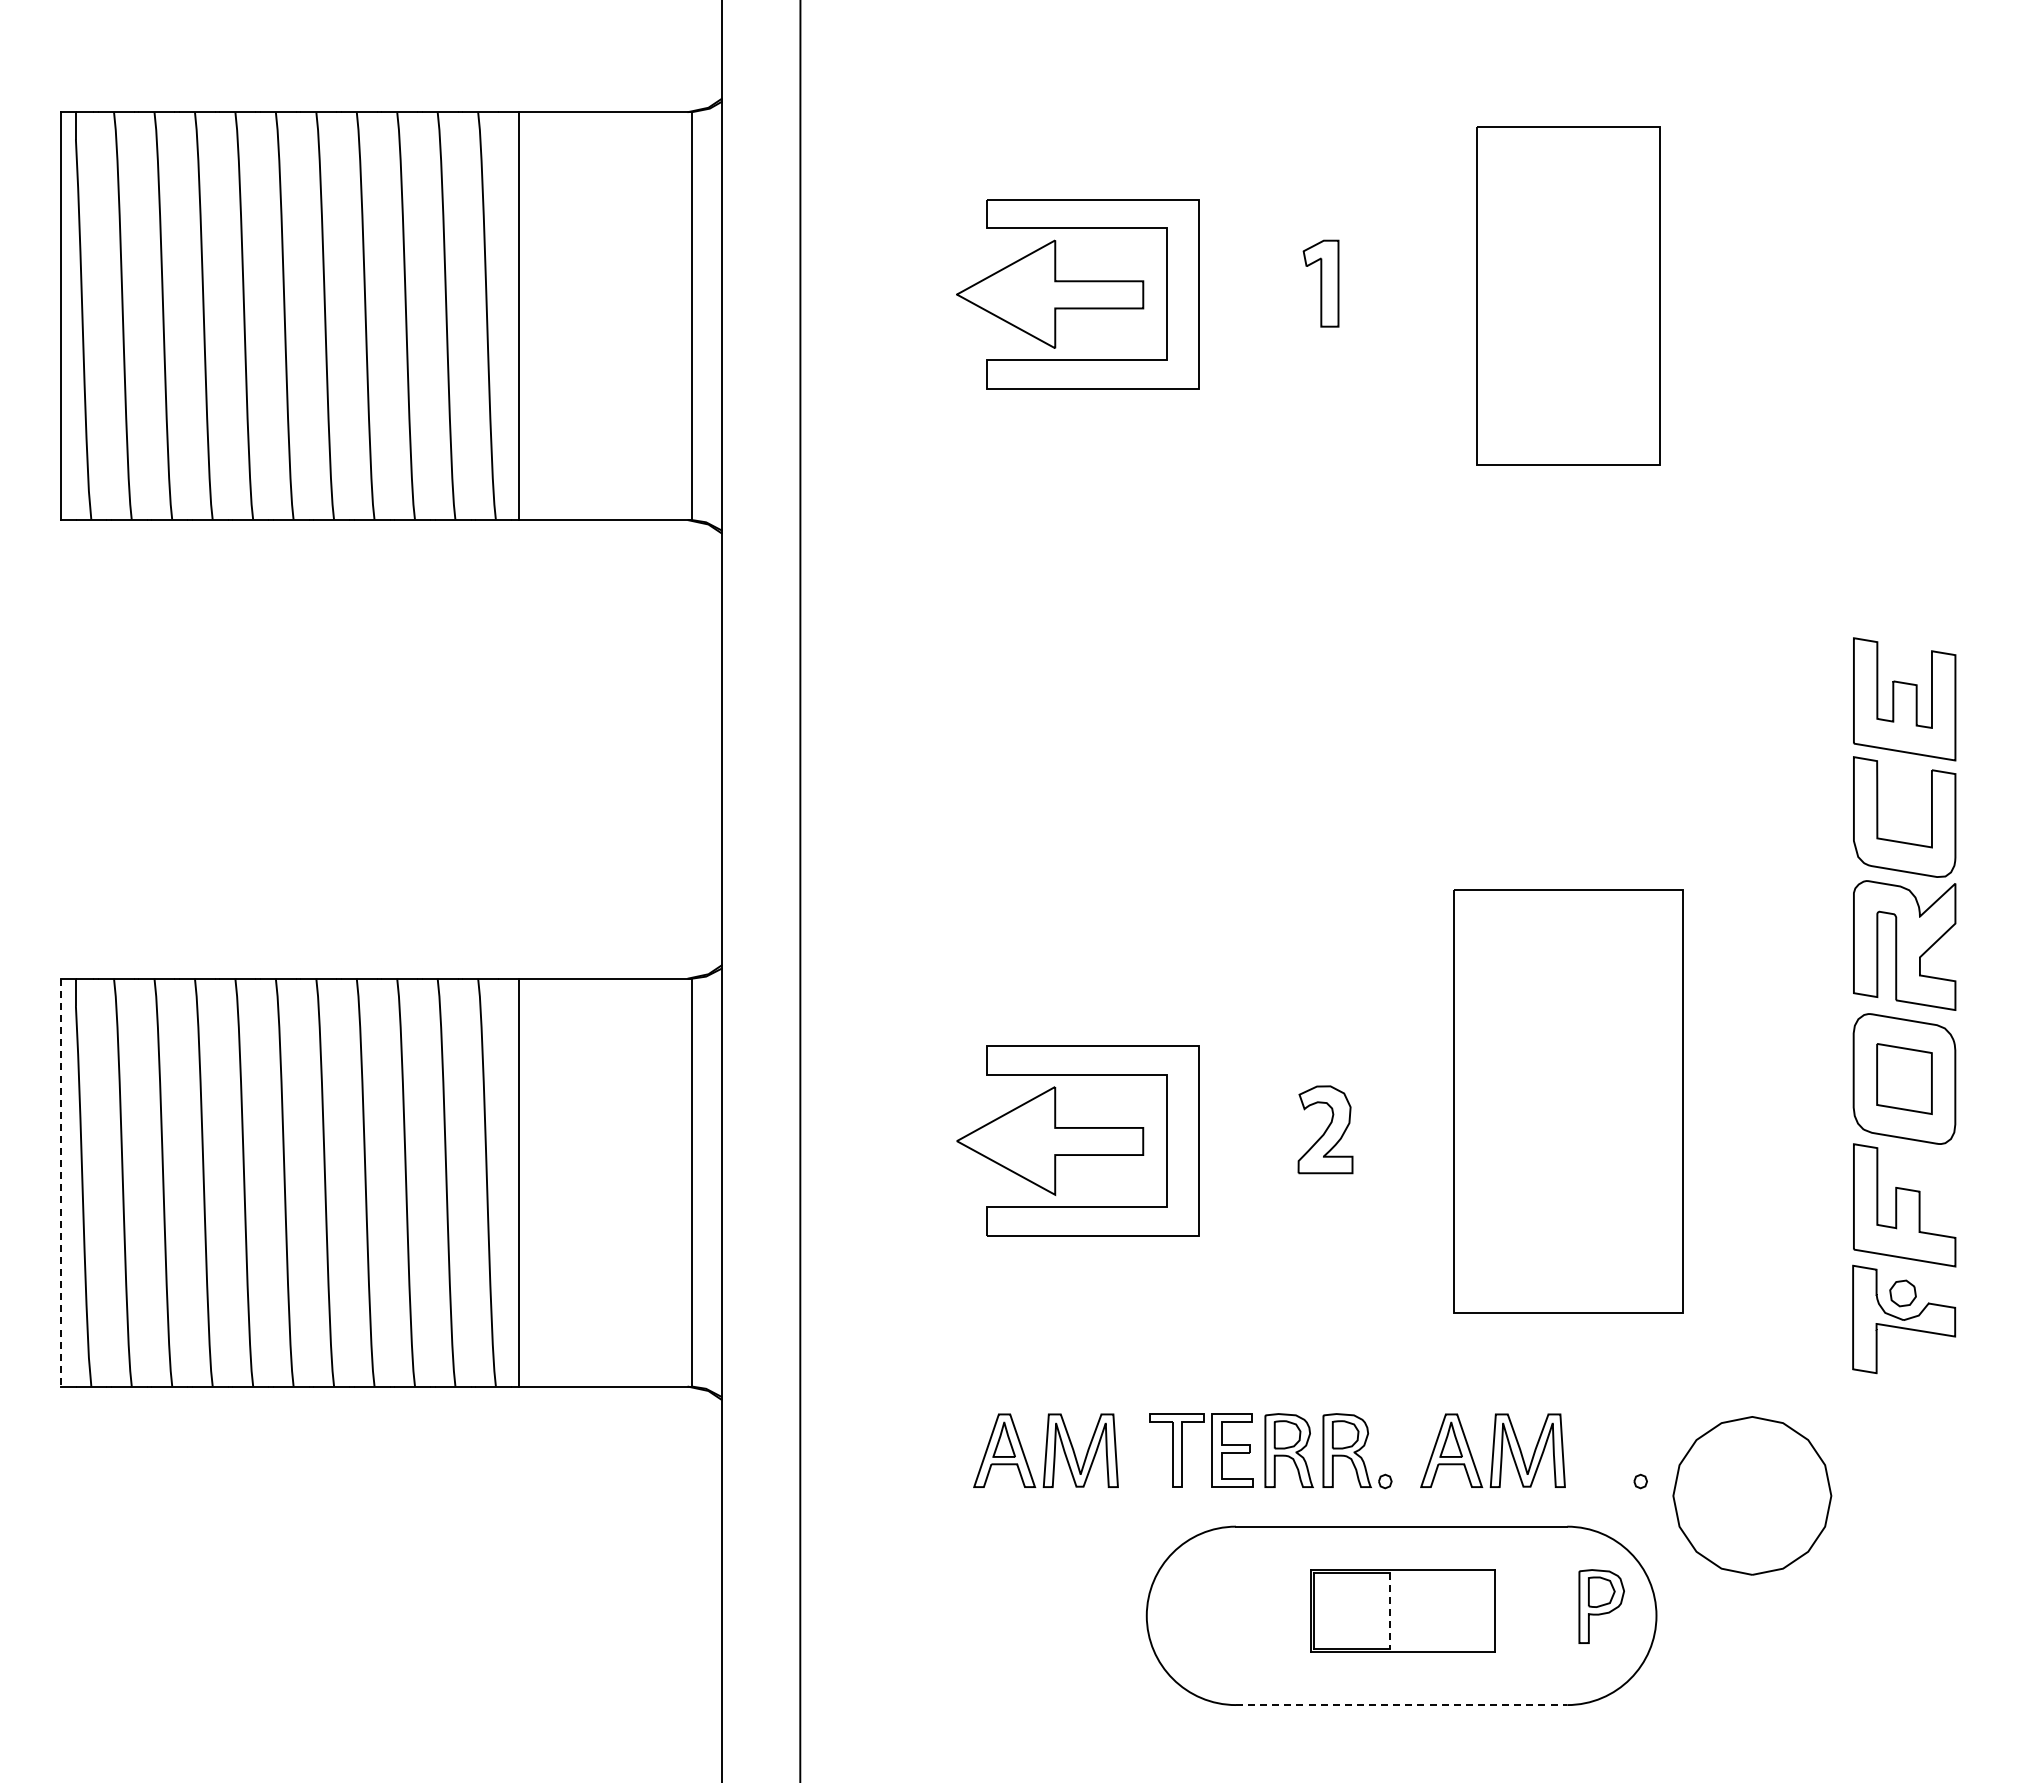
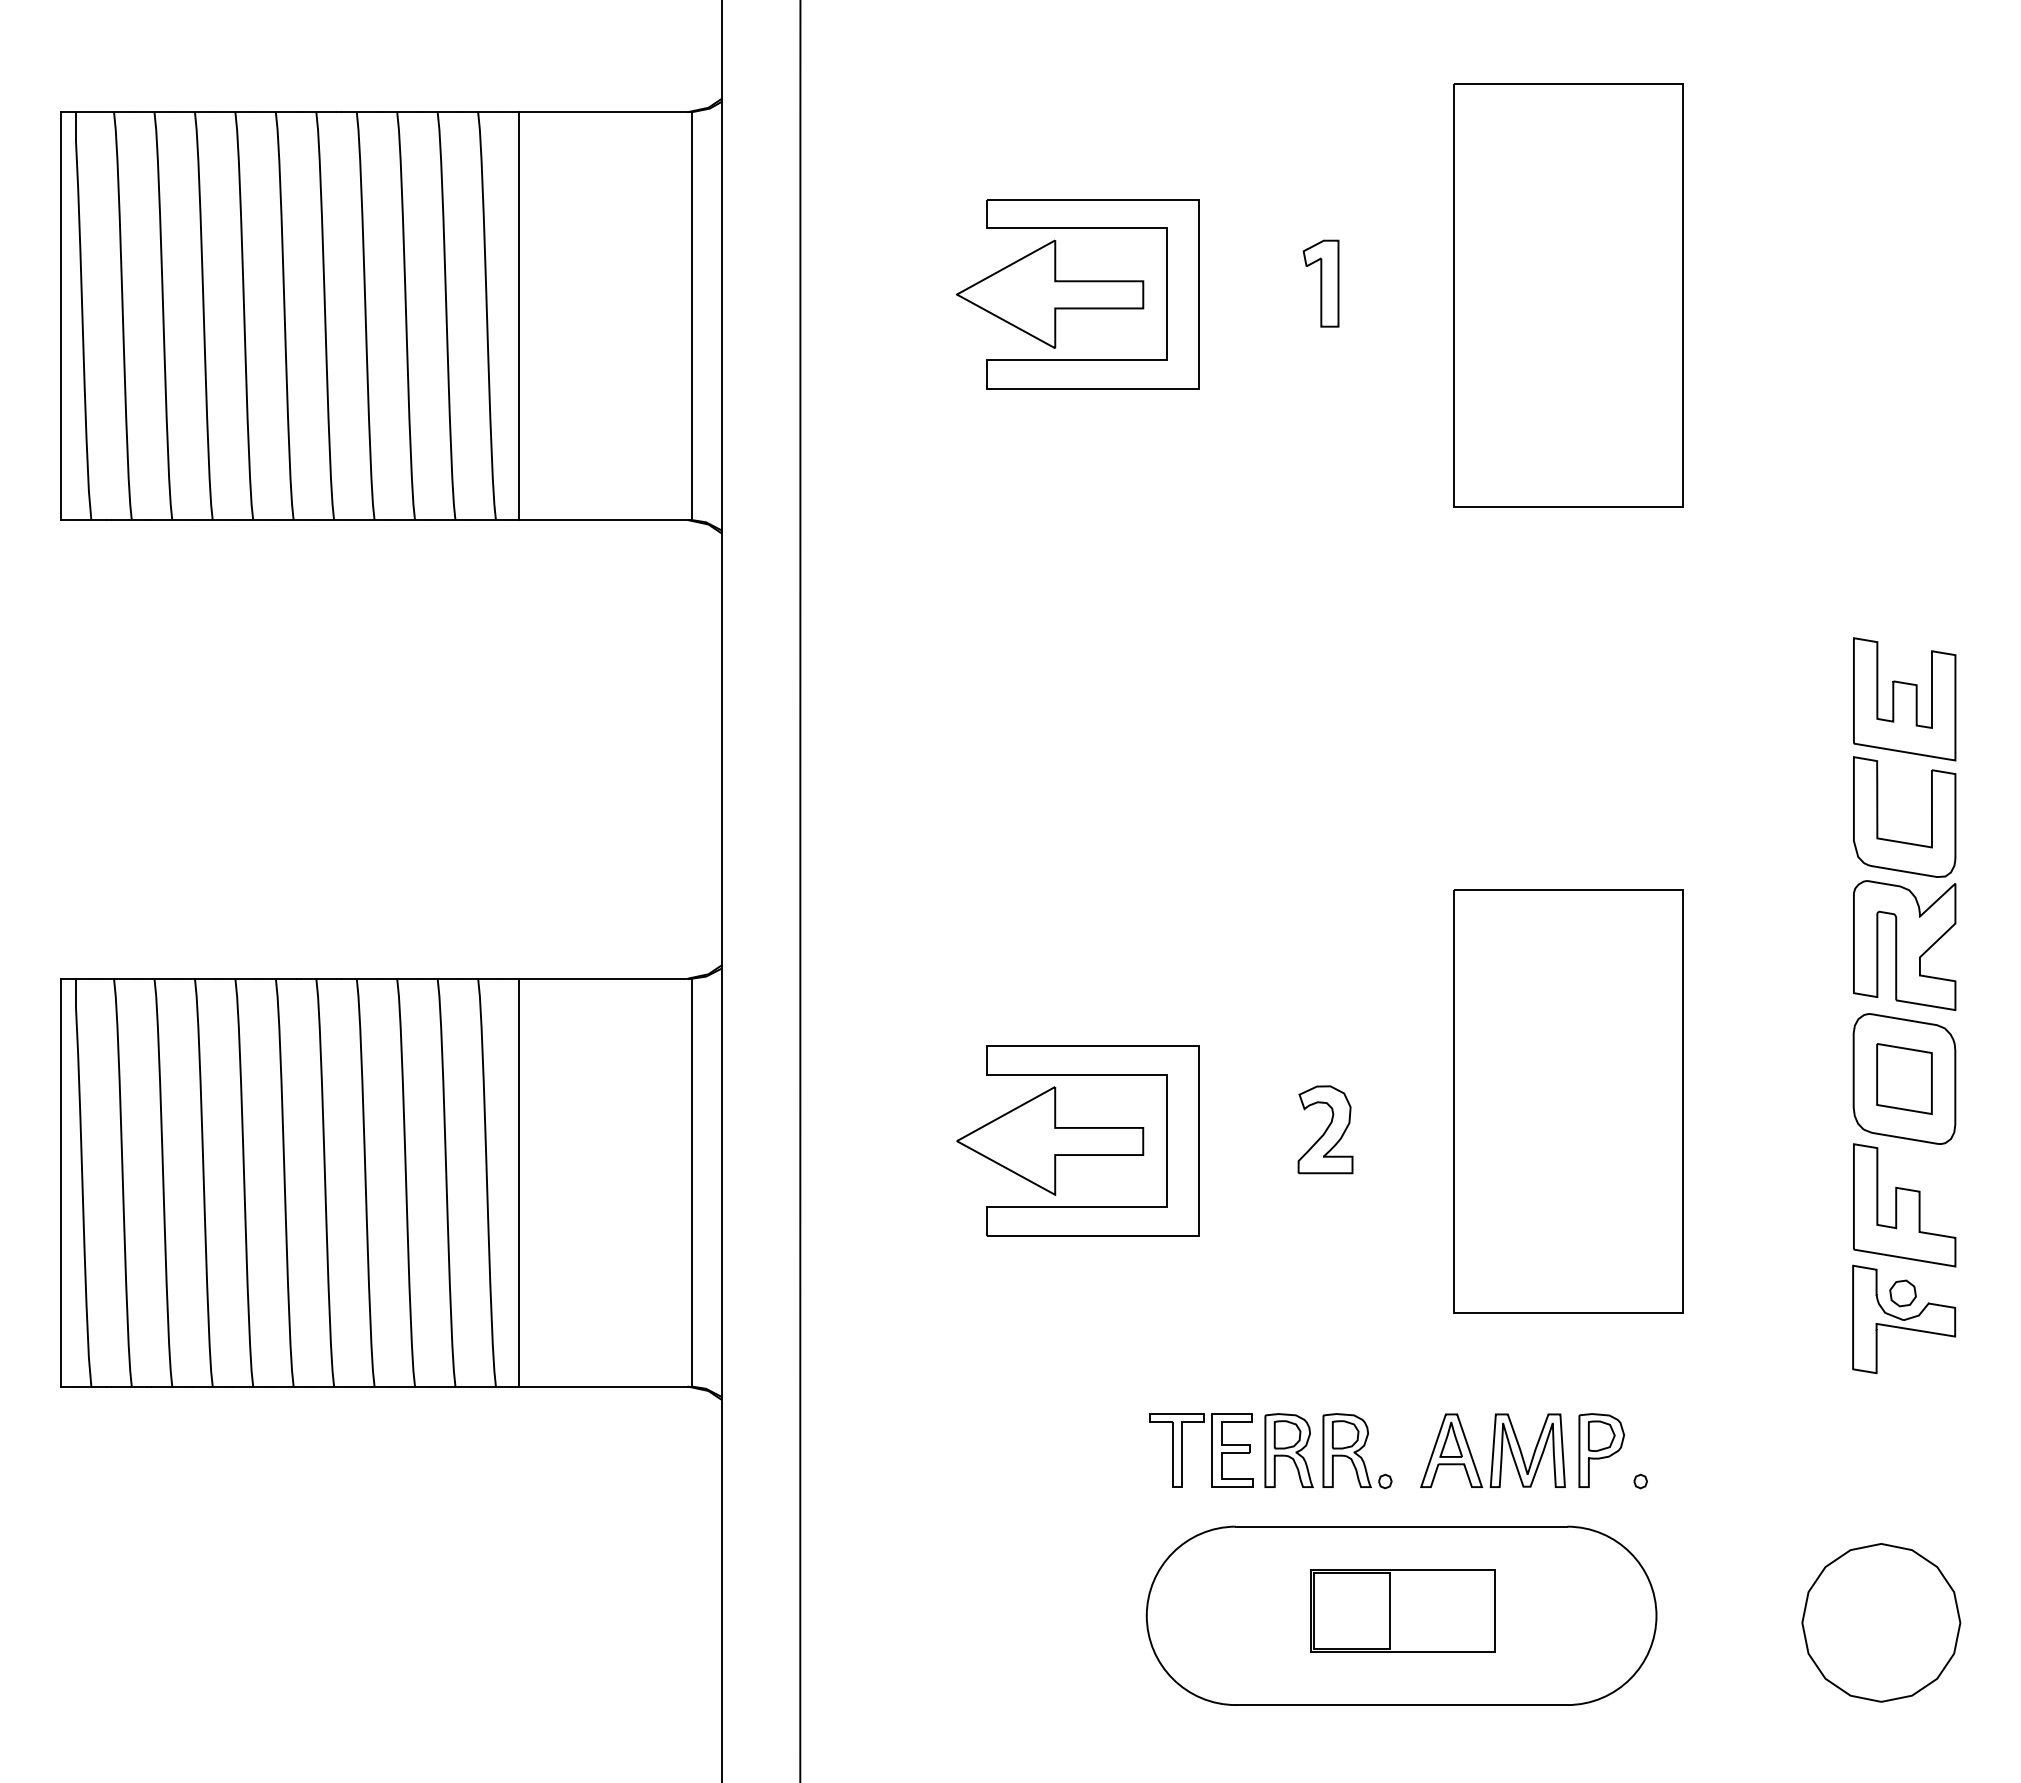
part at (1568, 295) size: 185x340 px -> 231x425 px
line at (60, 1182): dashed -> solid
part at (1045, 1450): present -> none
part at (1752, 1495) position: (1752, 1495) -> (1881, 1622)
part at (1601, 1606) position: (1601, 1606) -> (1601, 1450)
line at (1390, 1611): dashed -> solid
line at (1401, 1705): dashed -> solid
